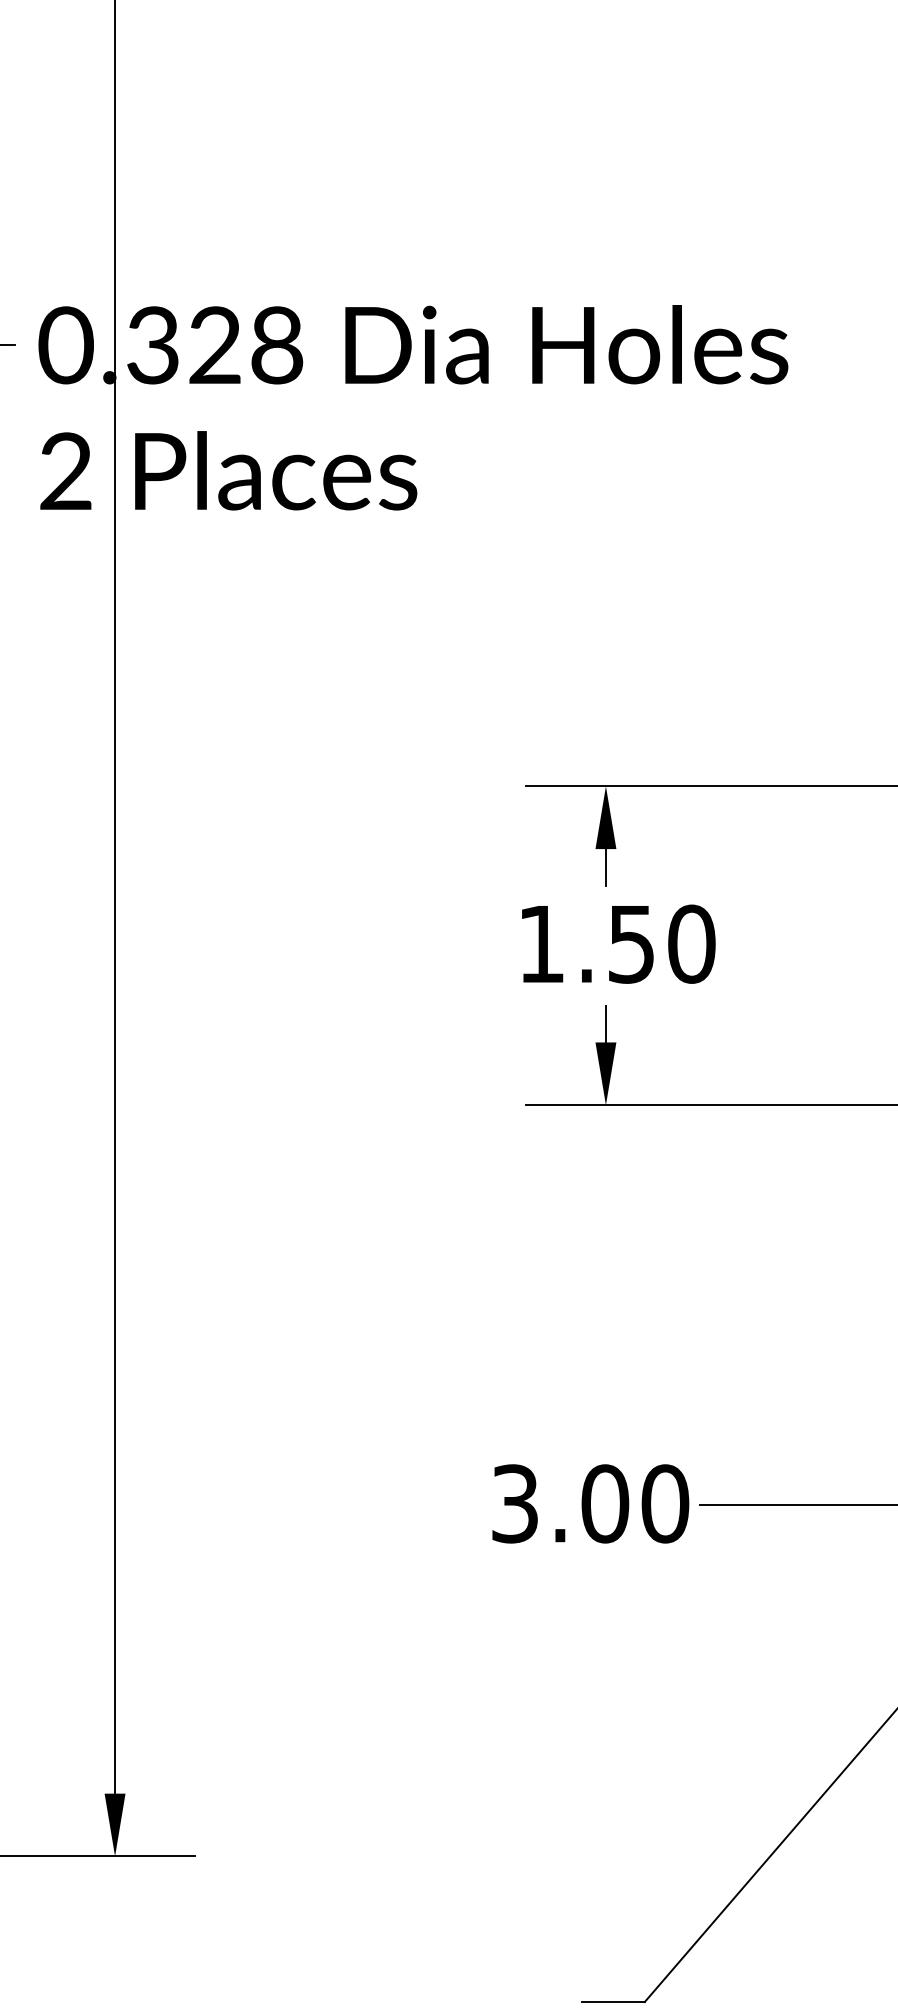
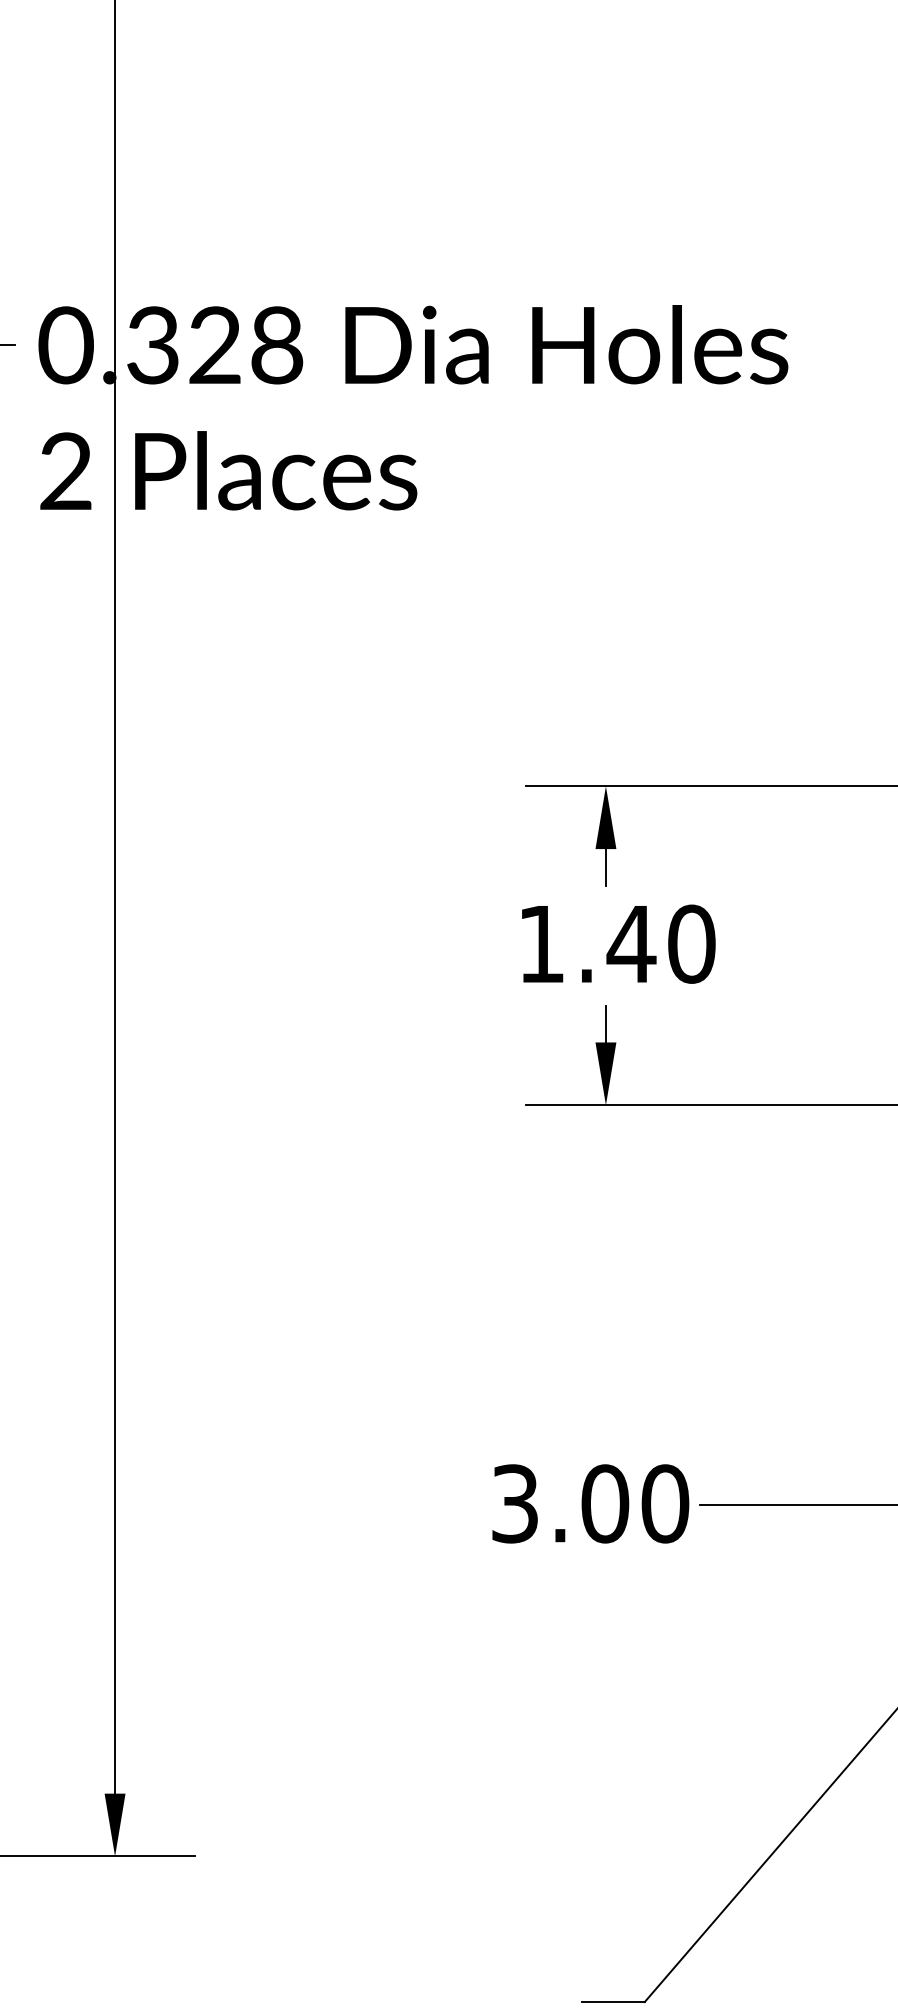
text at (631, 944): 1.50 -> 1.40
